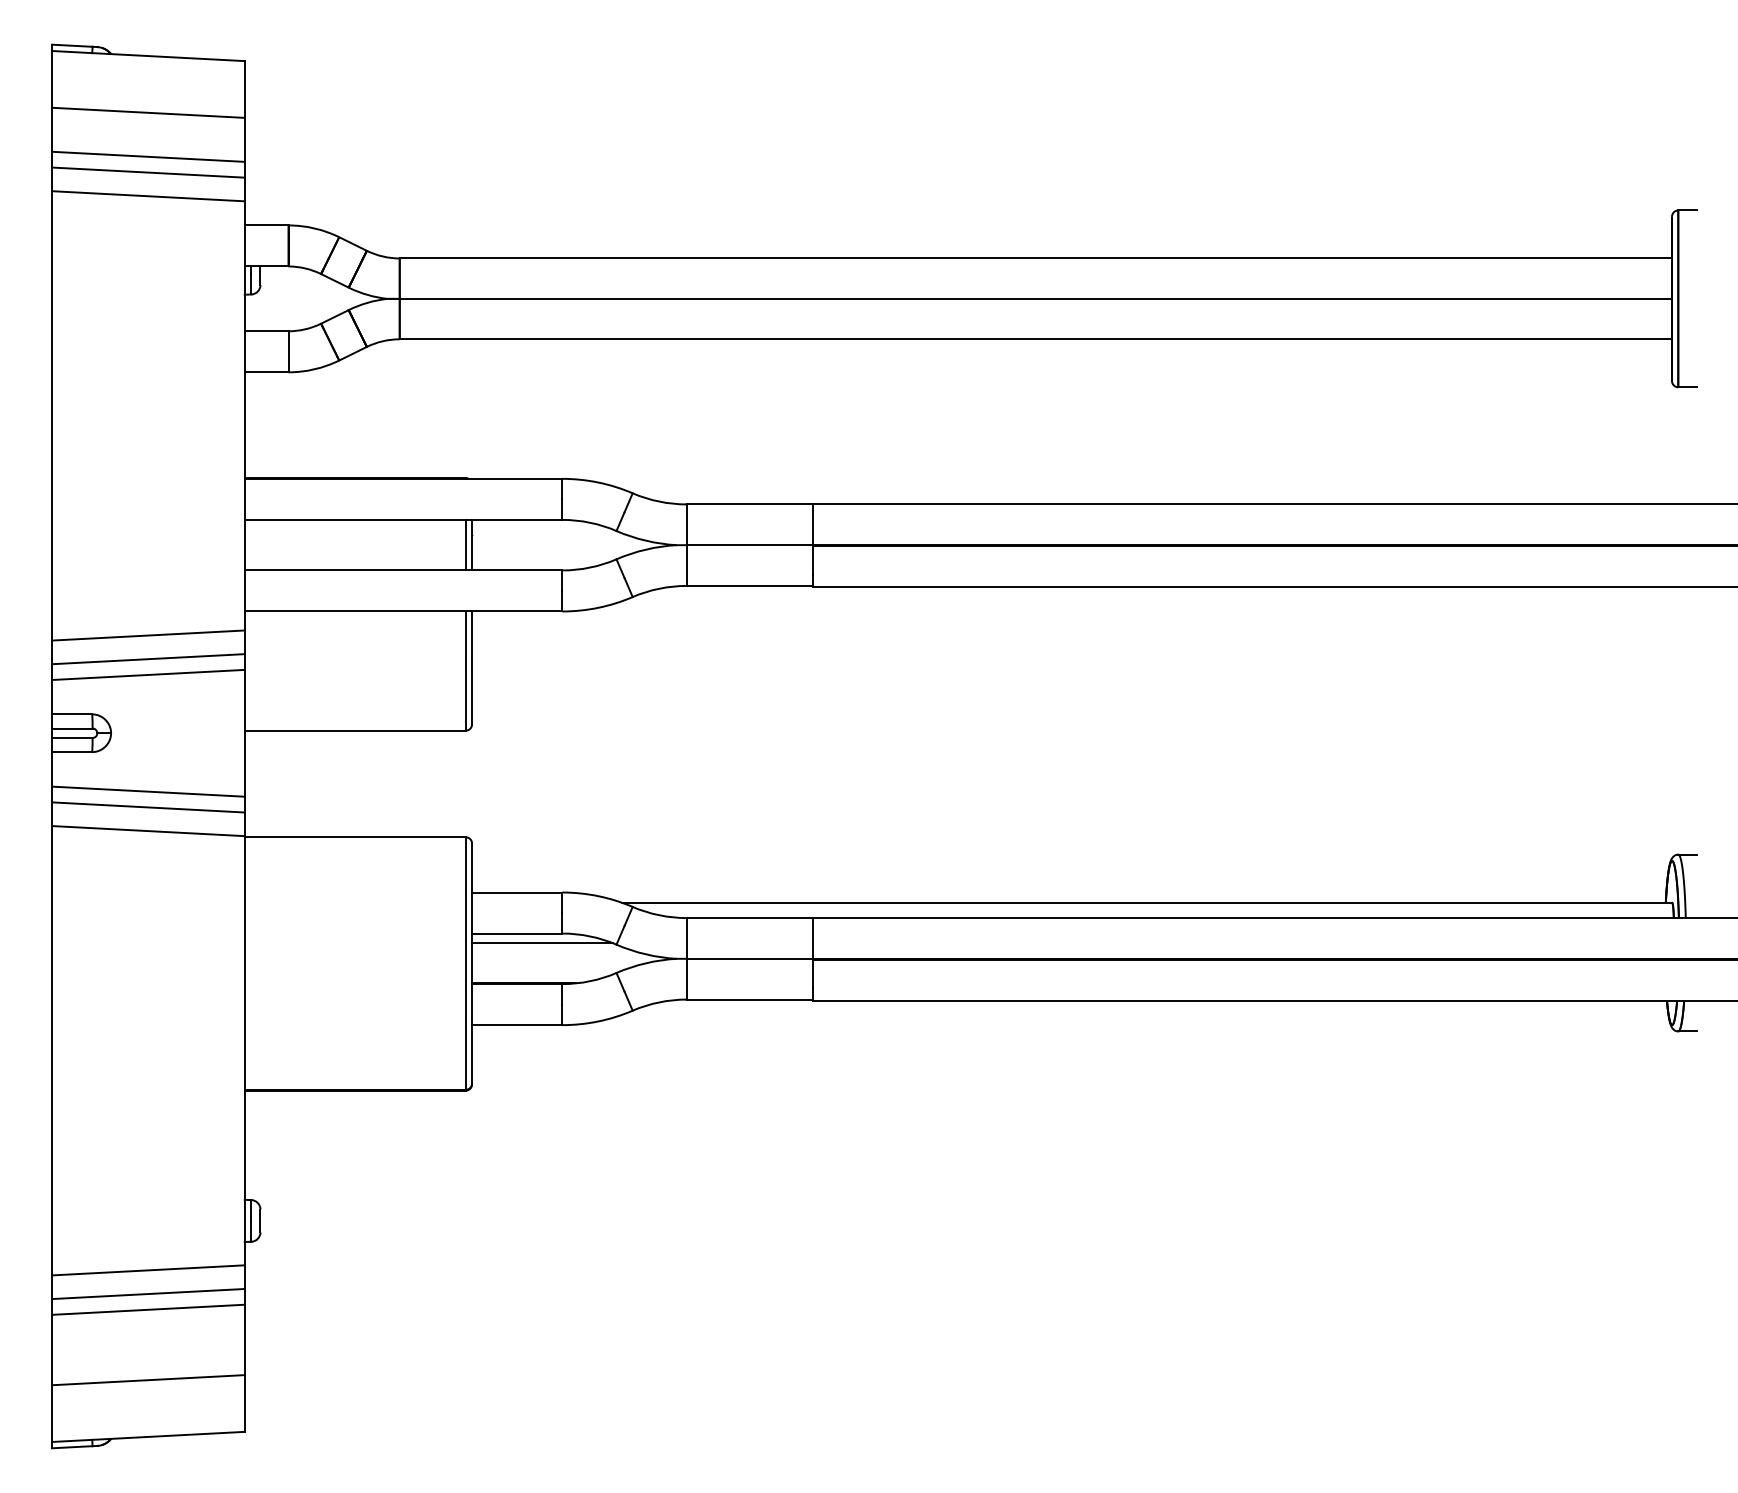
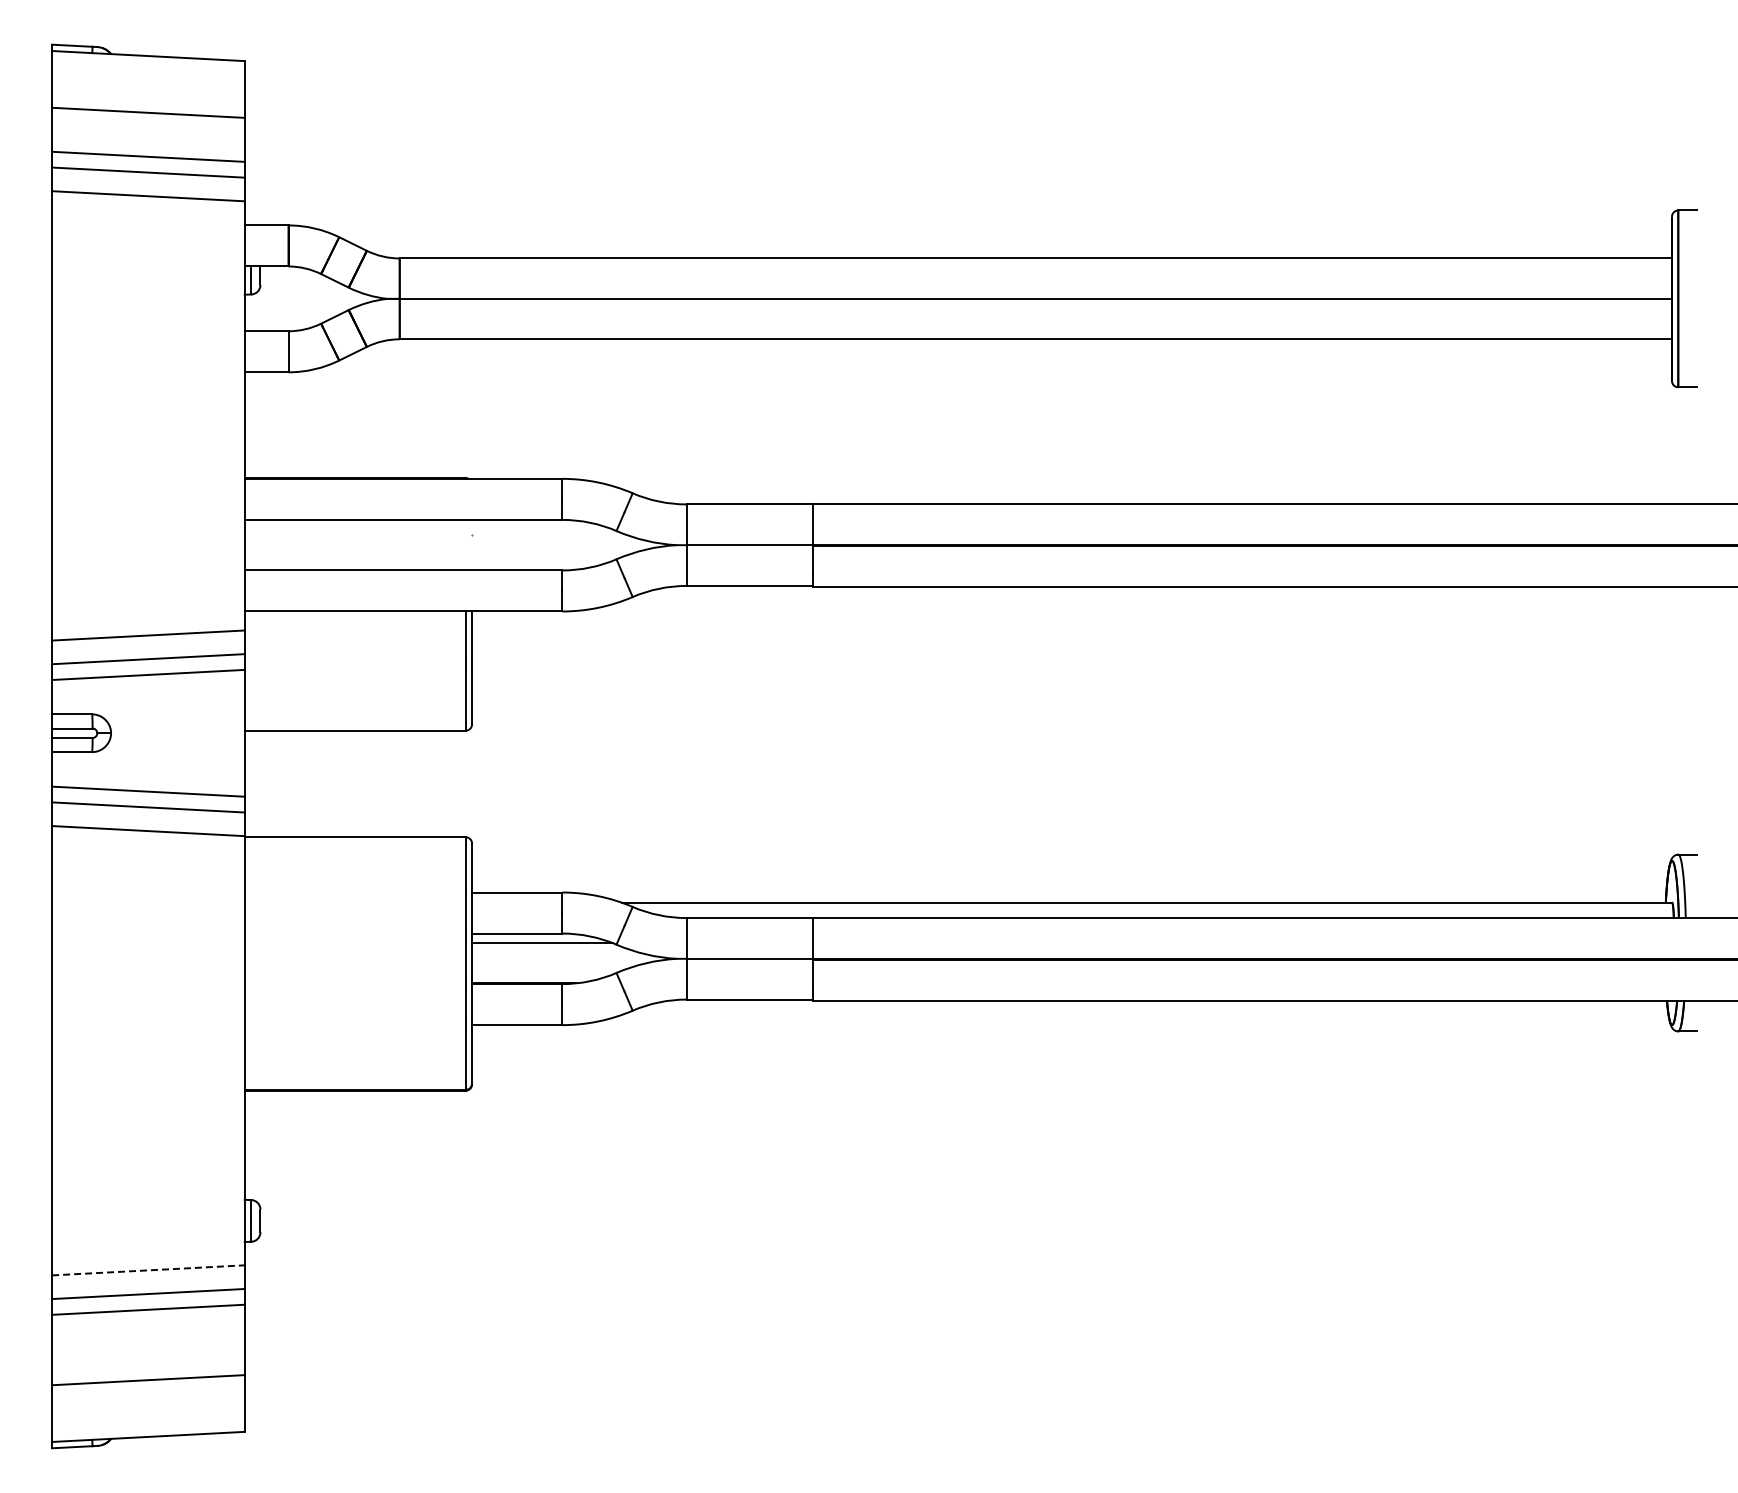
line at (465, 544): present -> none
line at (472, 544): present -> none
line at (148, 1270): solid -> dashed
